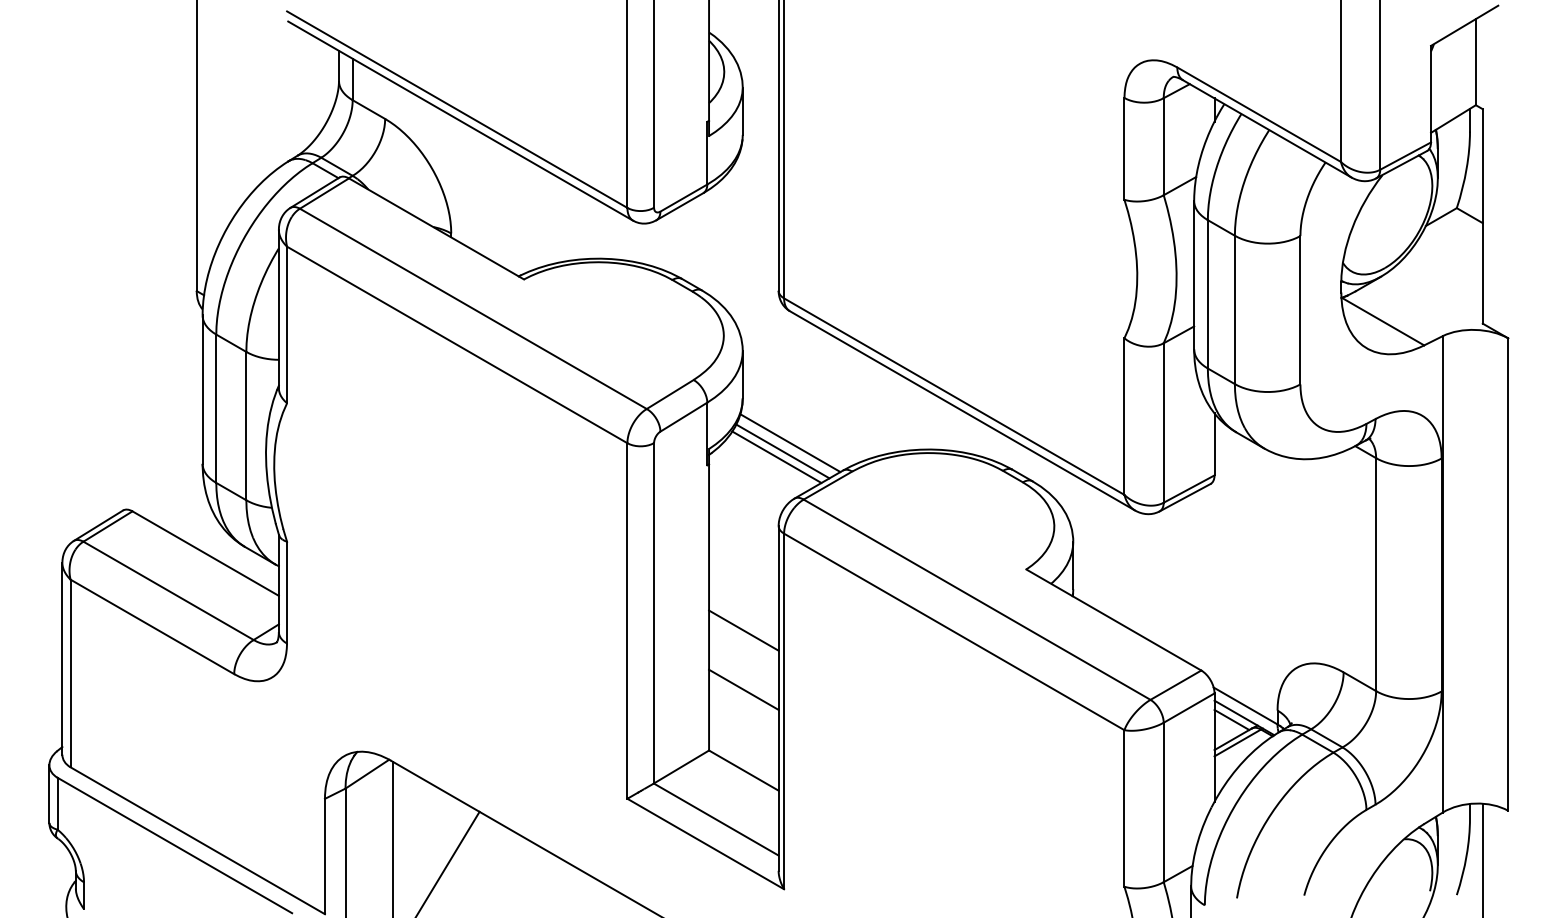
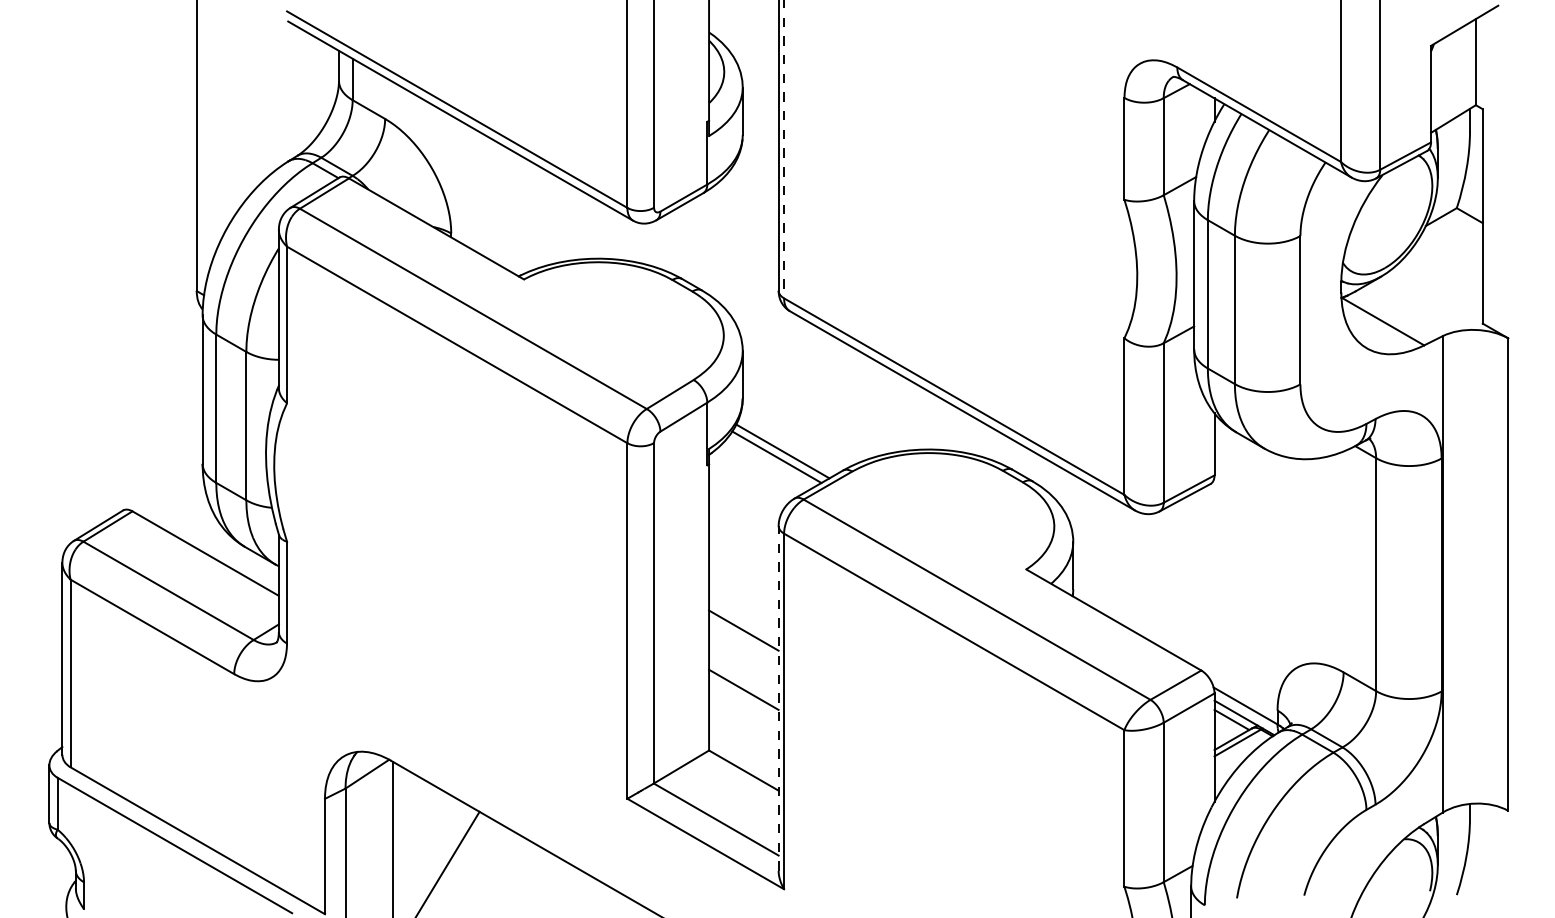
line at (784, 149): solid -> dashed
line at (790, 443): present -> none
line at (778, 697): solid -> dashed
line at (1482, 858): present -> none
